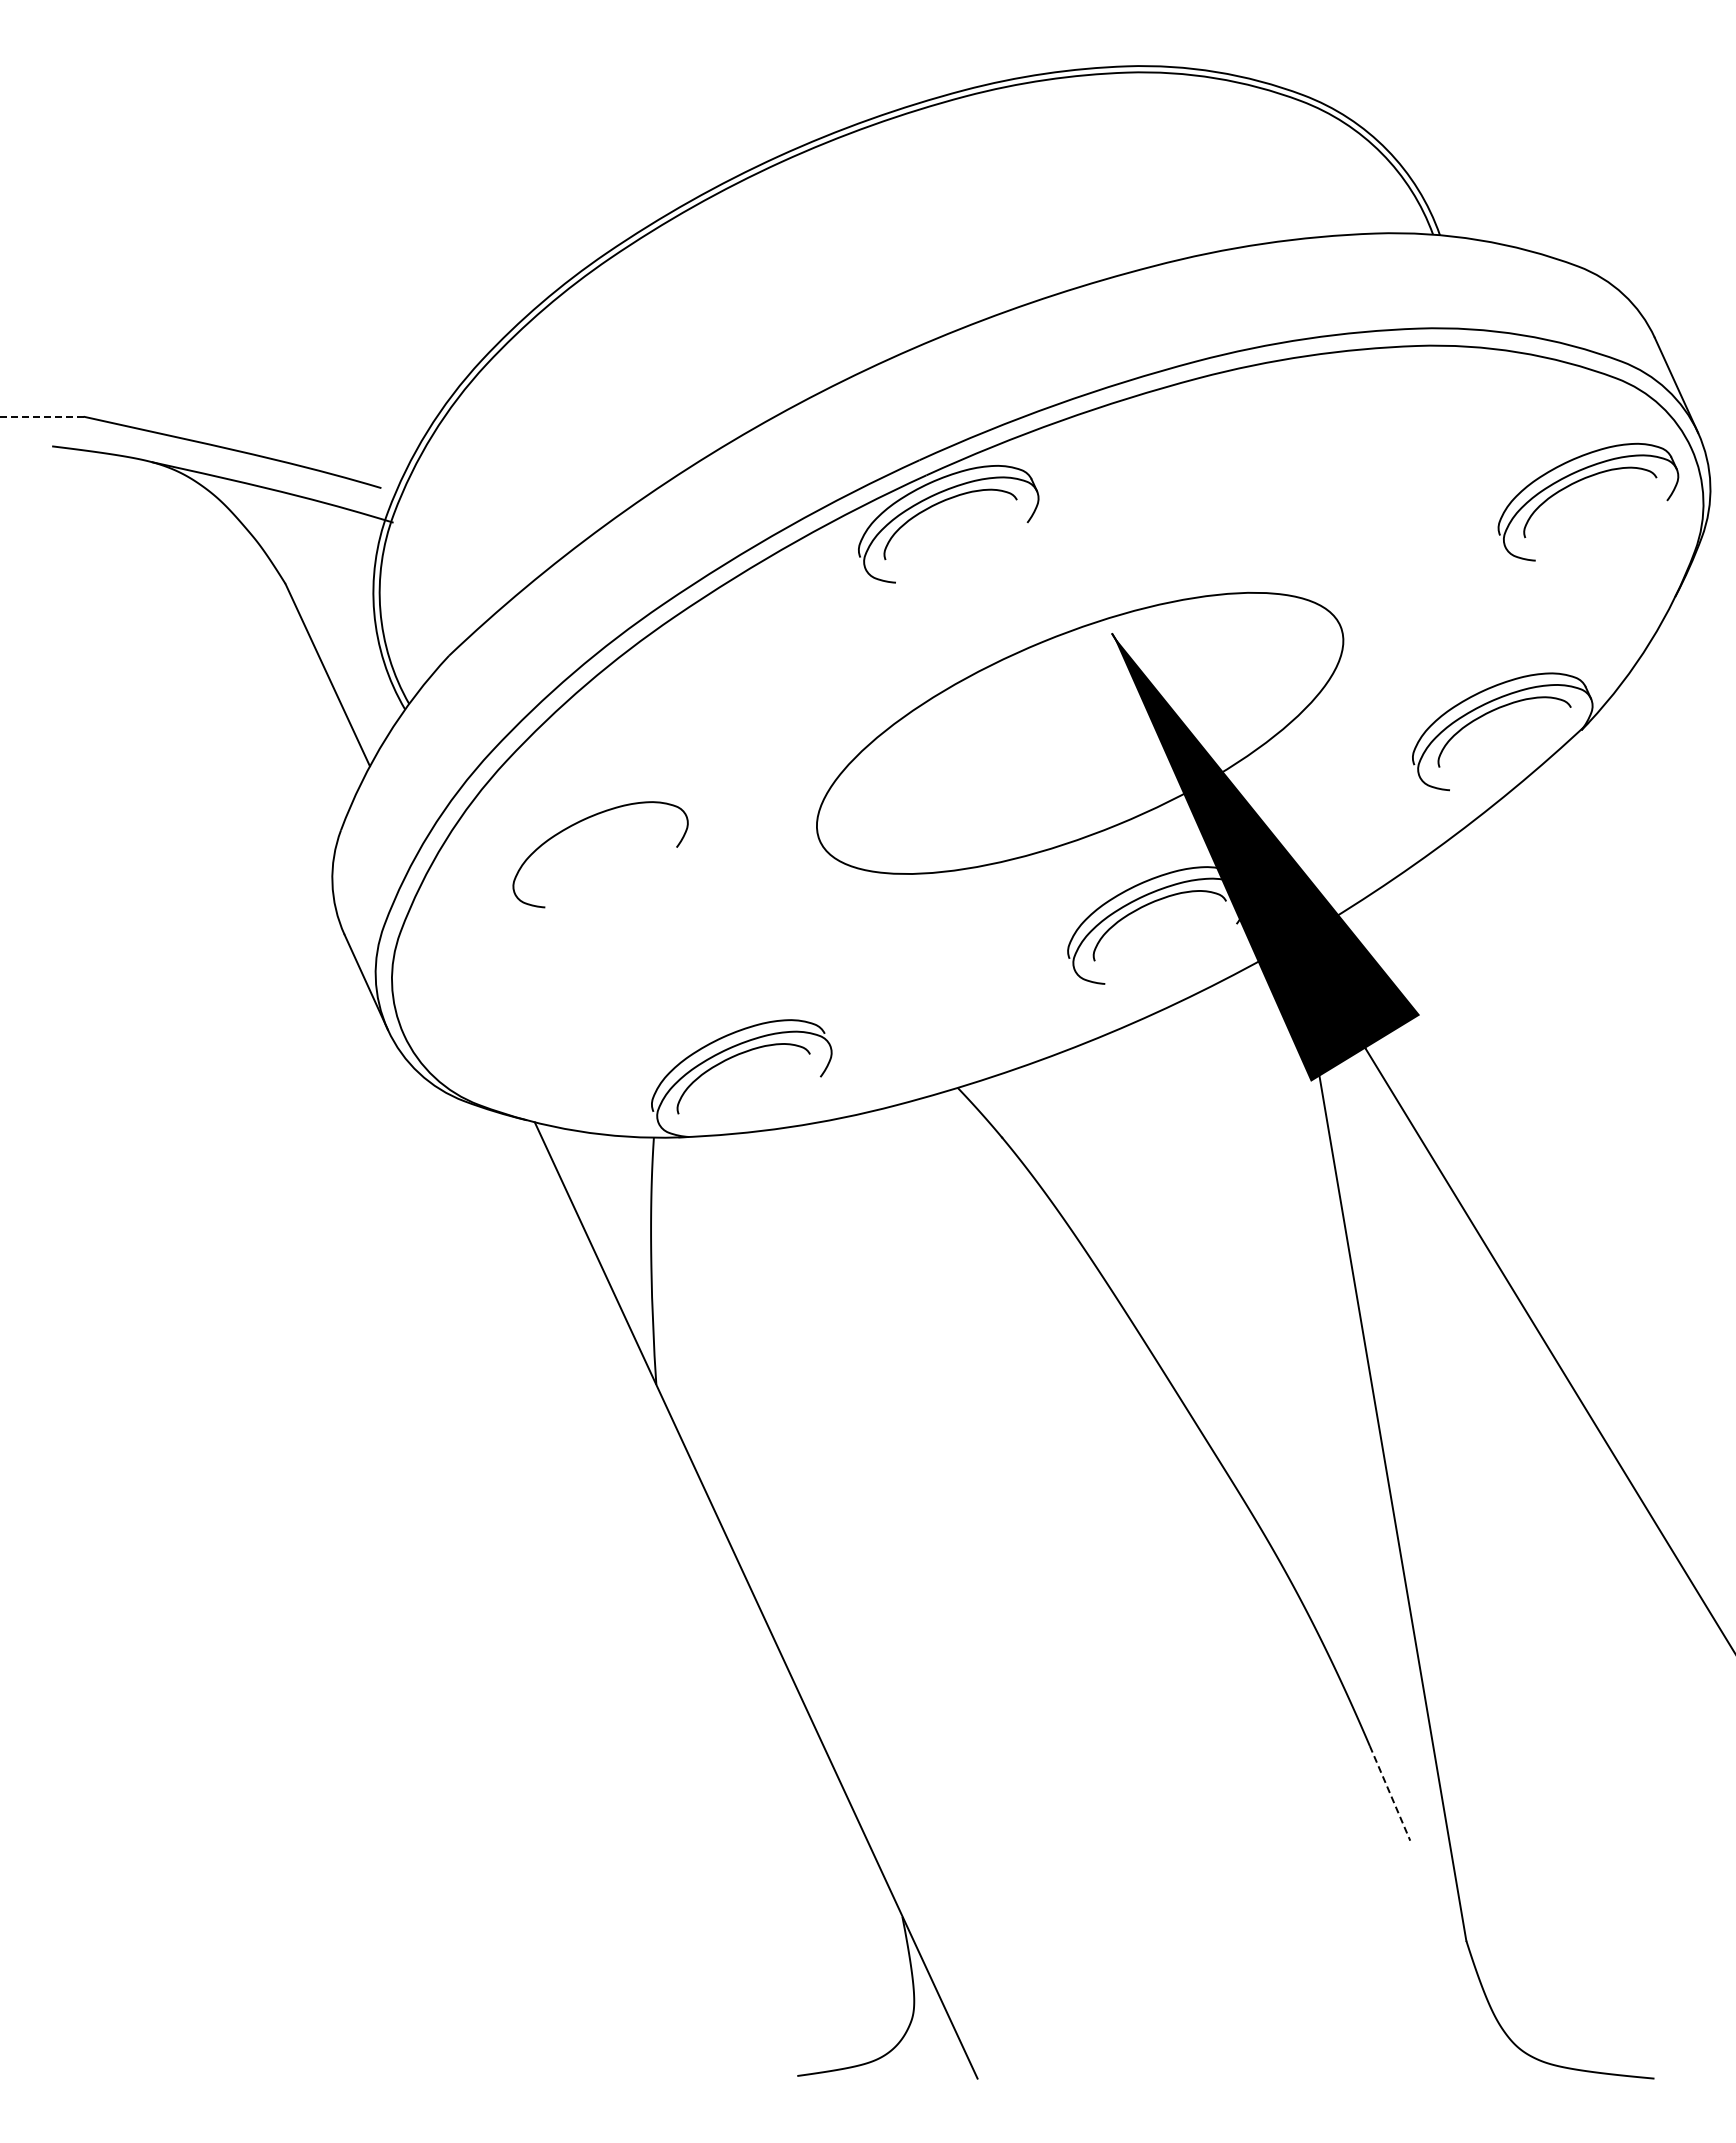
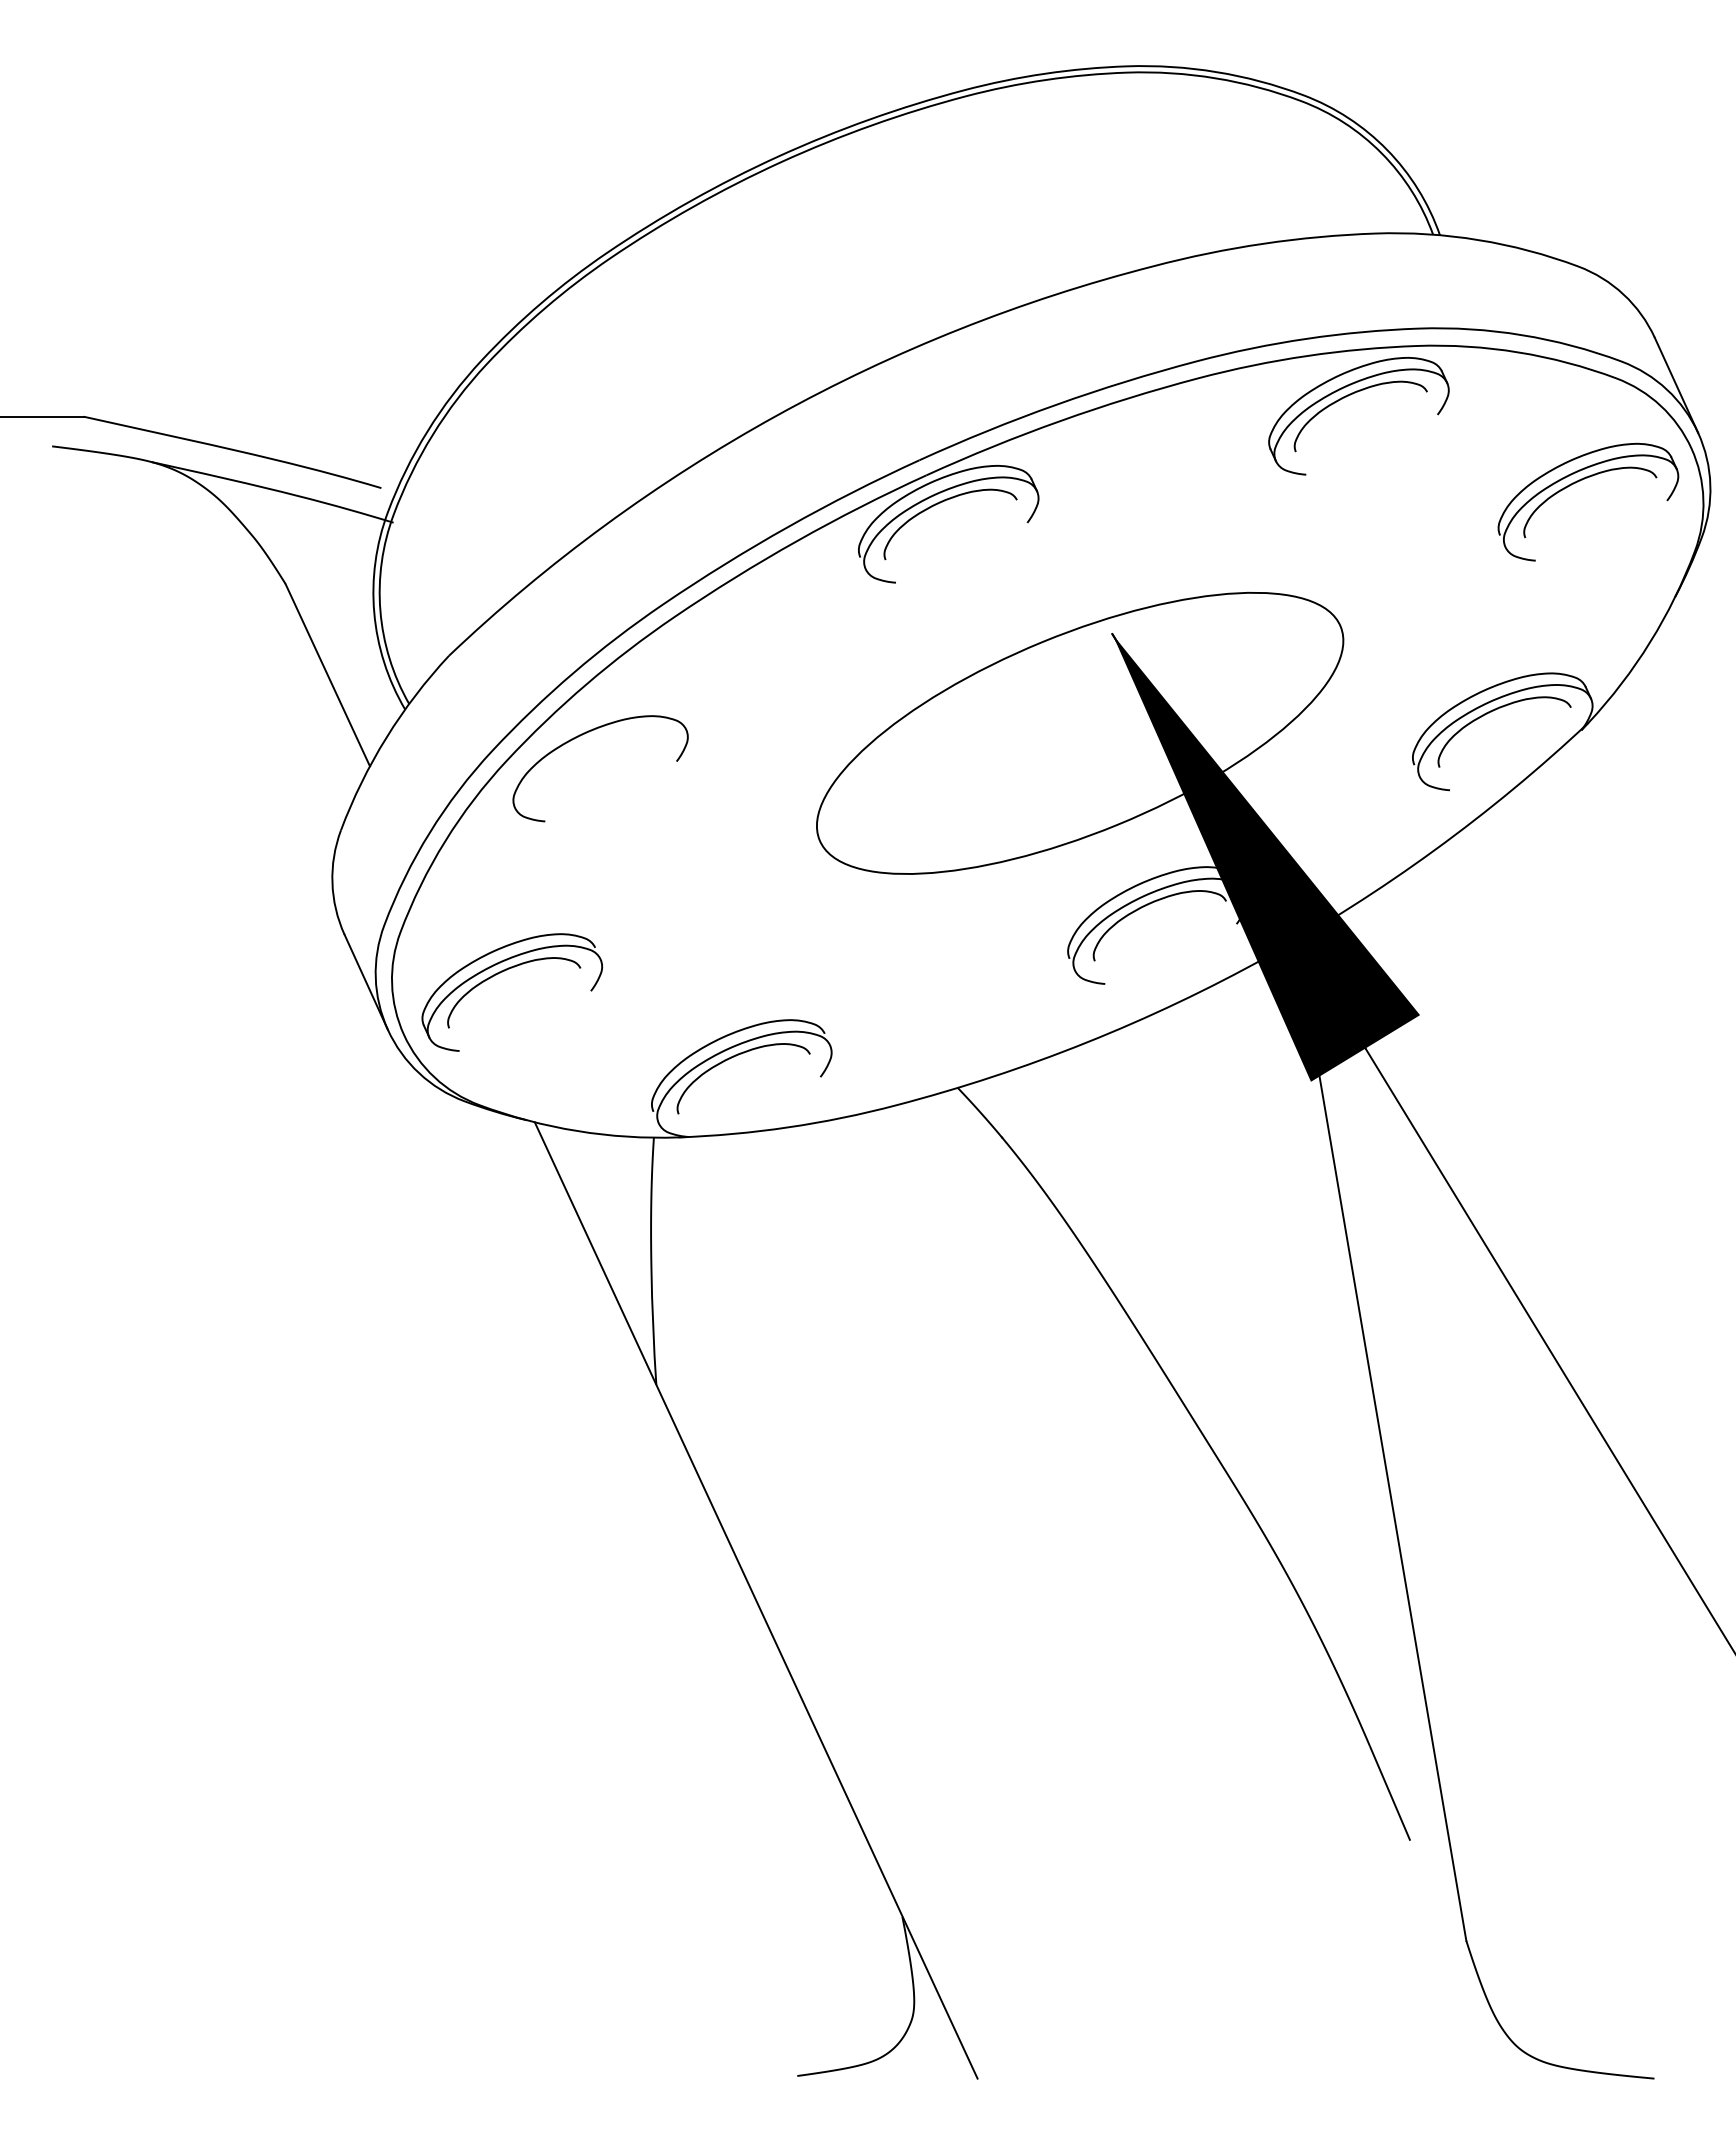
part at (1348, 396): none -> present
line at (41, 416): dashed -> solid
curve at (584, 820) position: (584, 820) -> (584, 734)
part at (502, 972): none -> present
line at (1390, 1793): dashed -> solid
